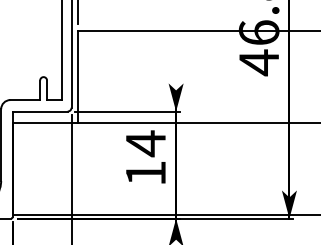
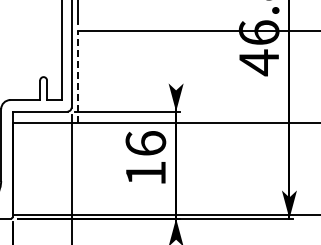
line at (77, 77): solid -> dashed
text at (145, 143): 14 -> 16
